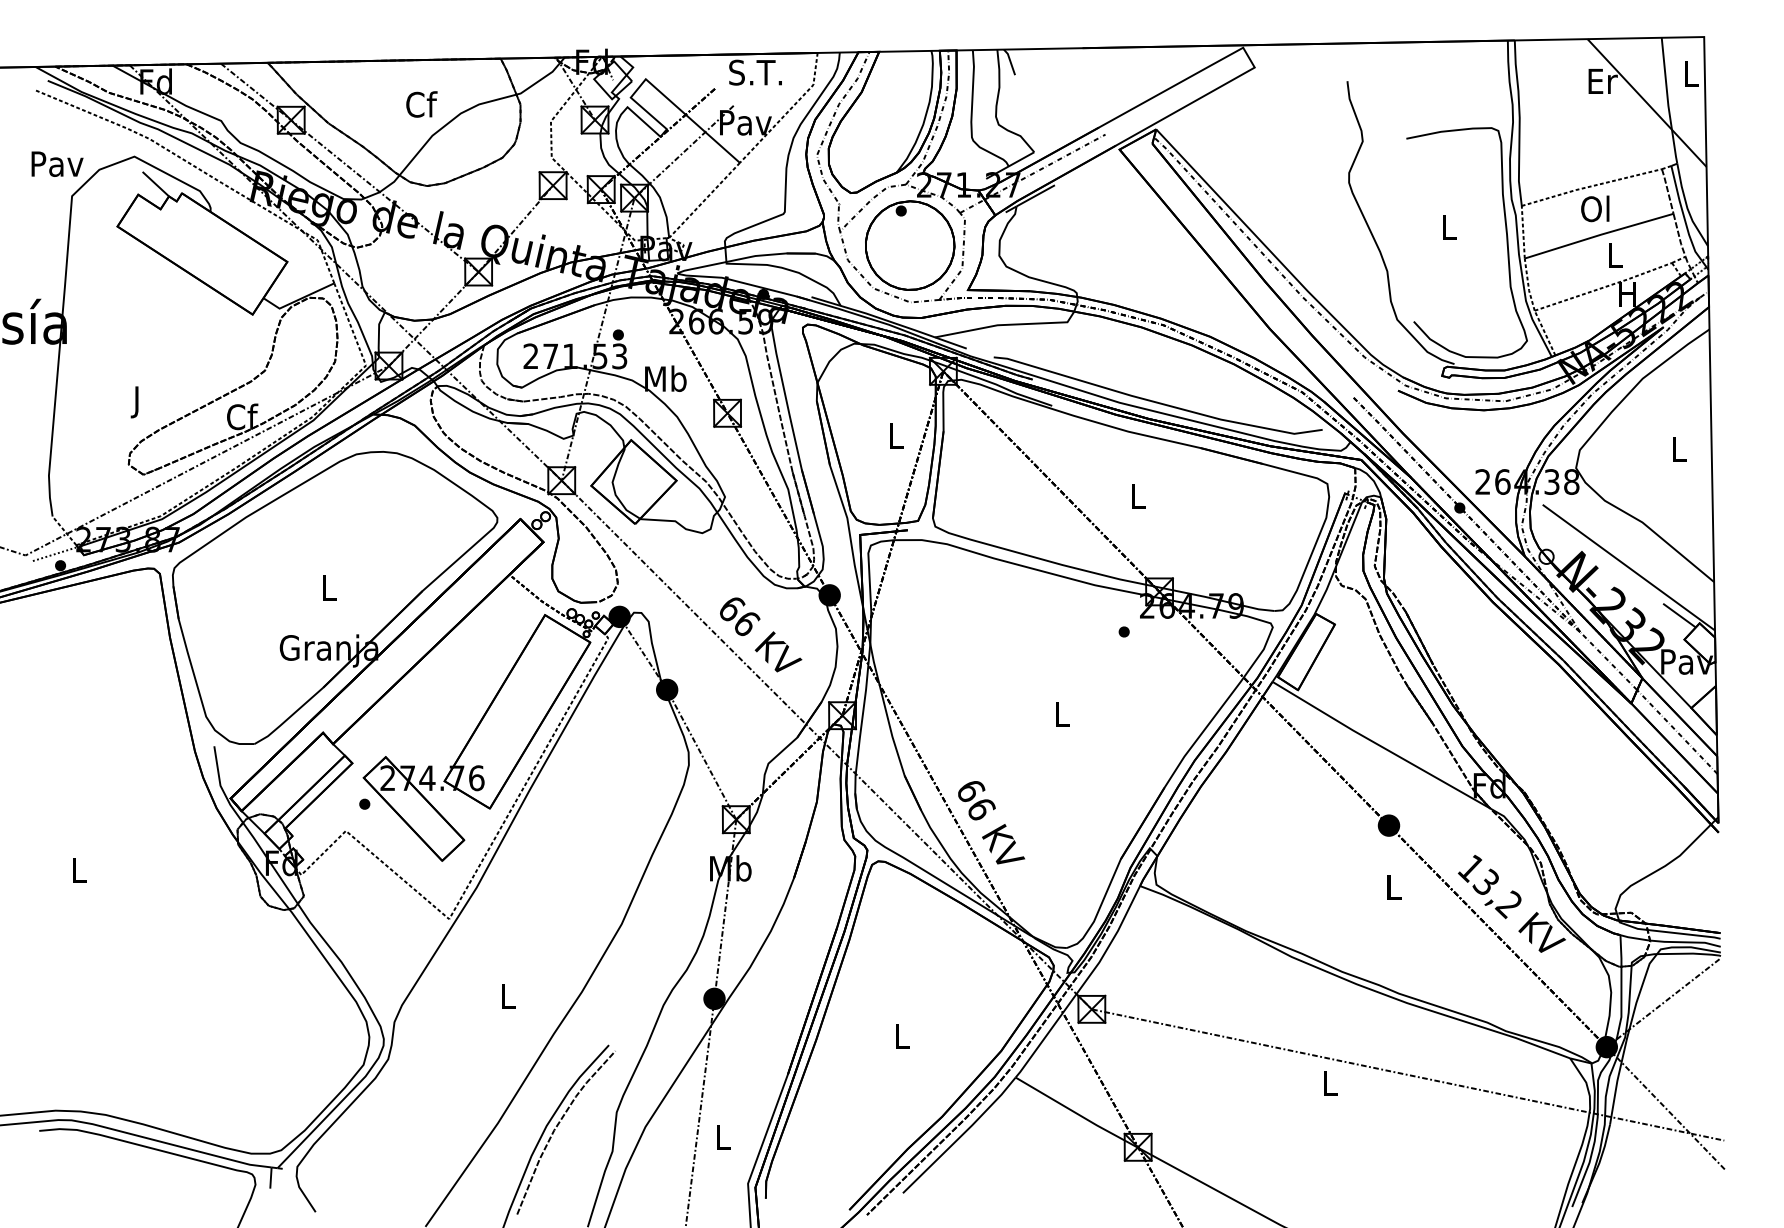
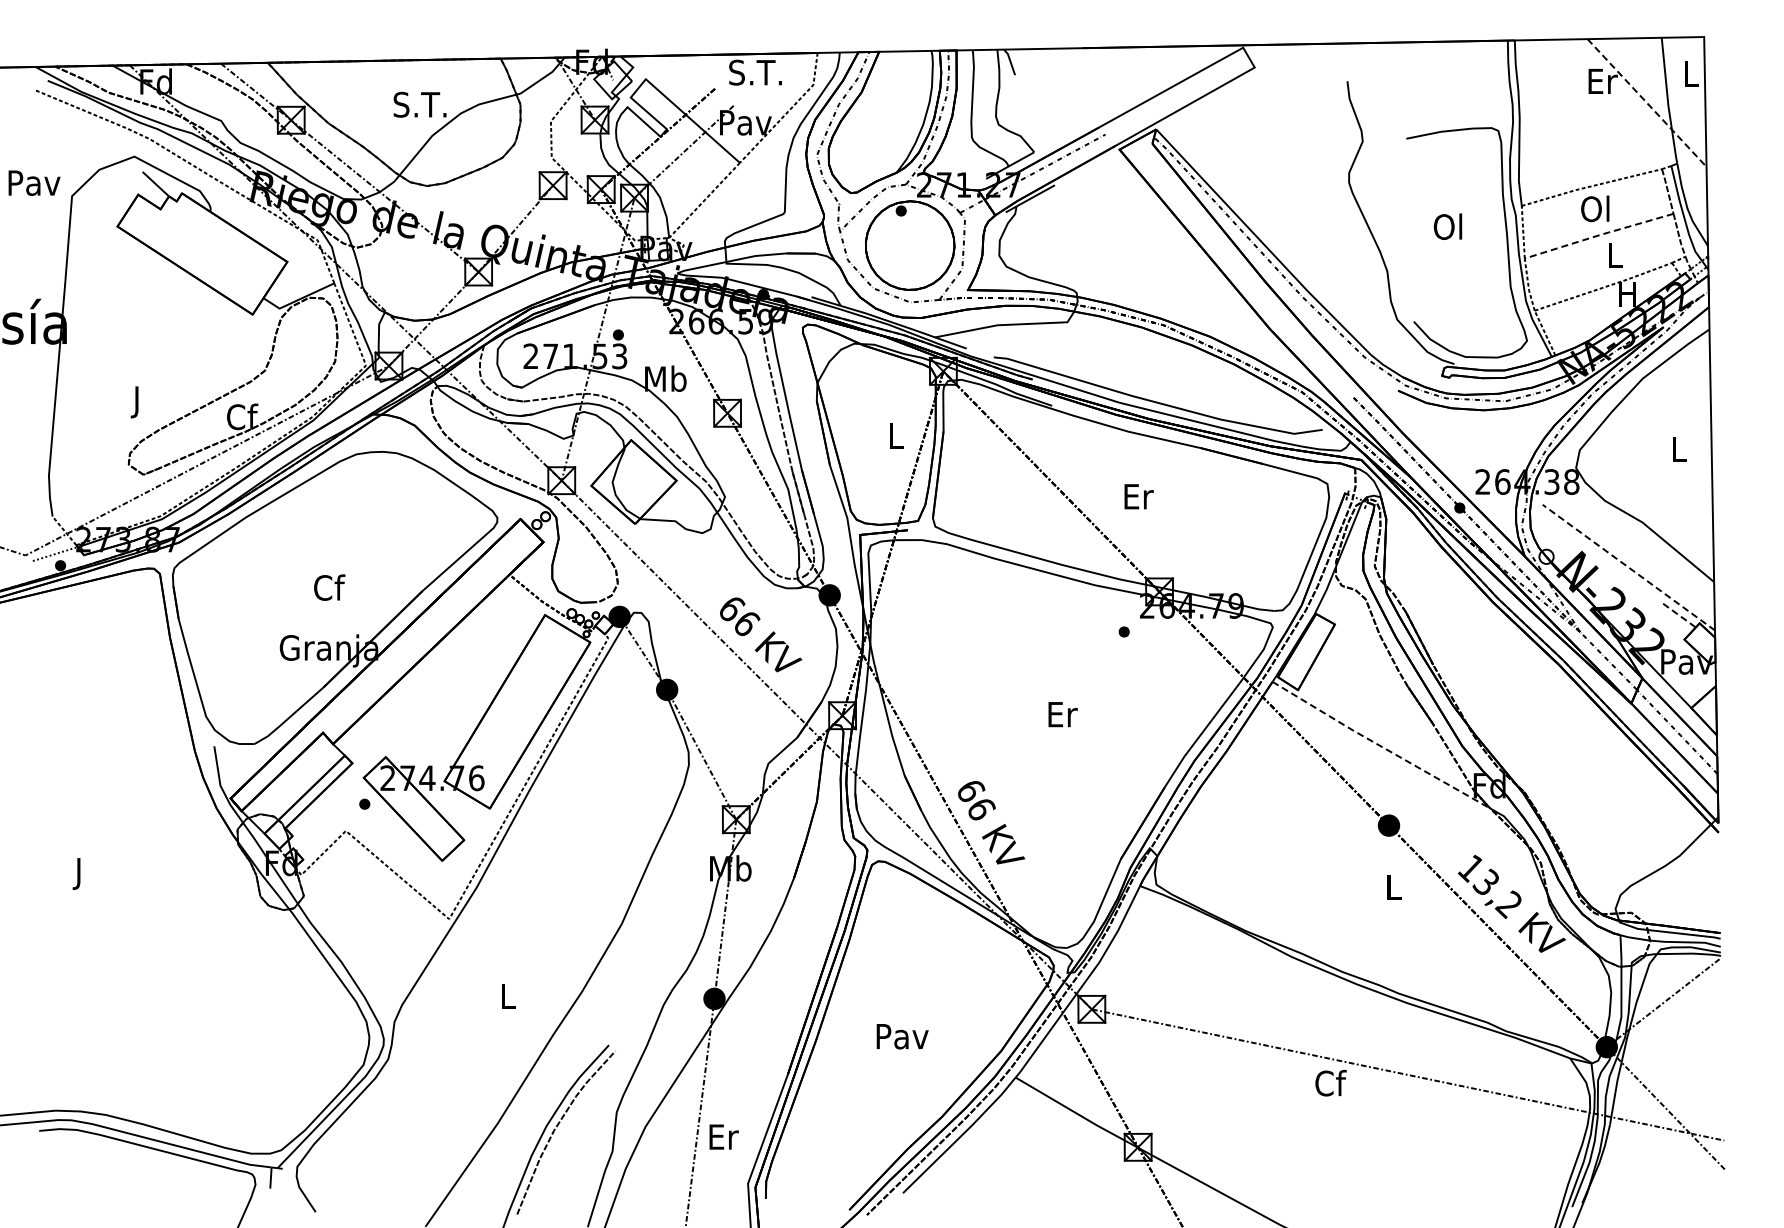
line at (1647, 103): solid -> dashed
text at (419, 104): Cf -> S.T.
text at (57, 163) position: (57, 163) -> (34, 182)
text at (1447, 226): L -> Ol
line at (1599, 235): solid -> dashed
text at (1138, 496): L -> Er
line at (1628, 567): solid -> dashed
text at (329, 587): L -> Cf
line at (1679, 615): solid -> dashed
text at (1062, 714): L -> Er
line at (1380, 746): solid -> dashed
text at (79, 873): L -> J
text at (902, 1036): L -> Pav
text at (1330, 1083): L -> Cf
text at (723, 1136): L -> Er
